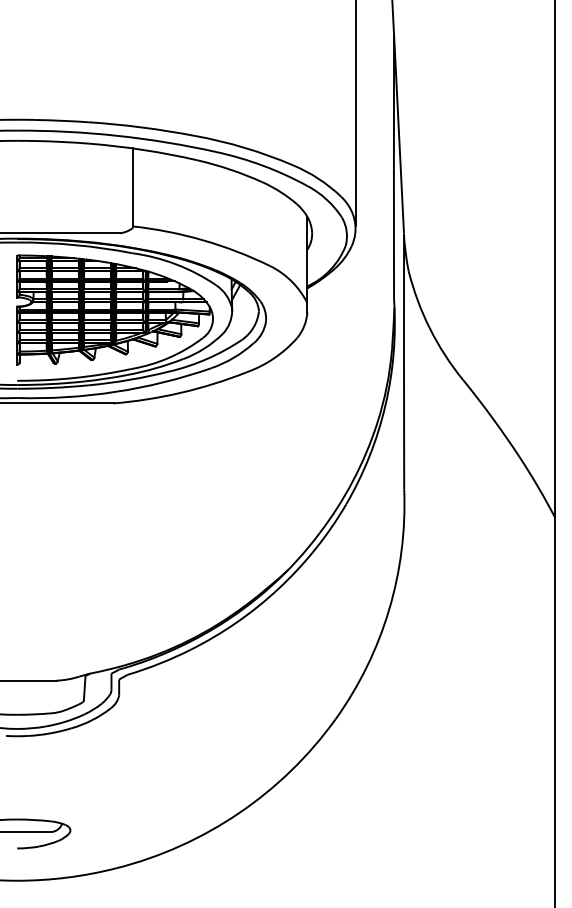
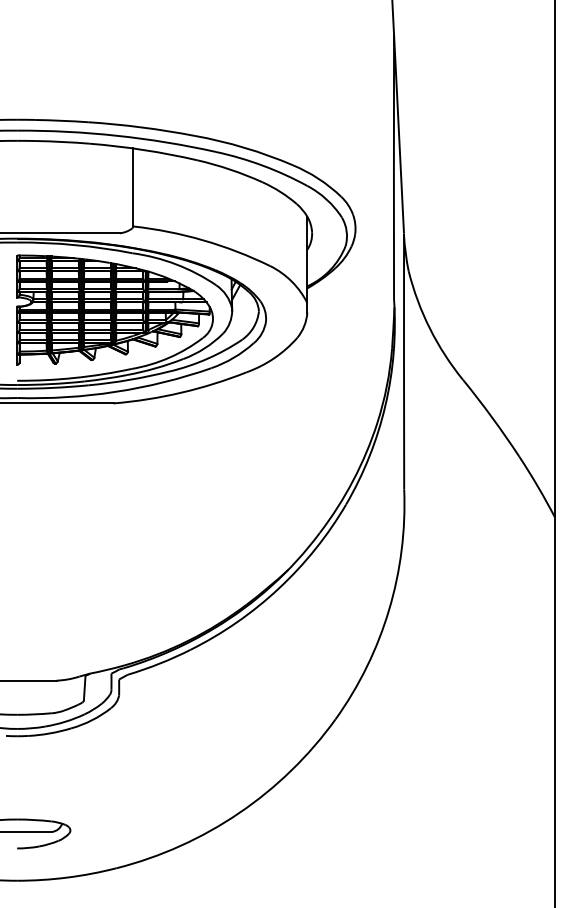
line at (355, 114): present -> none
